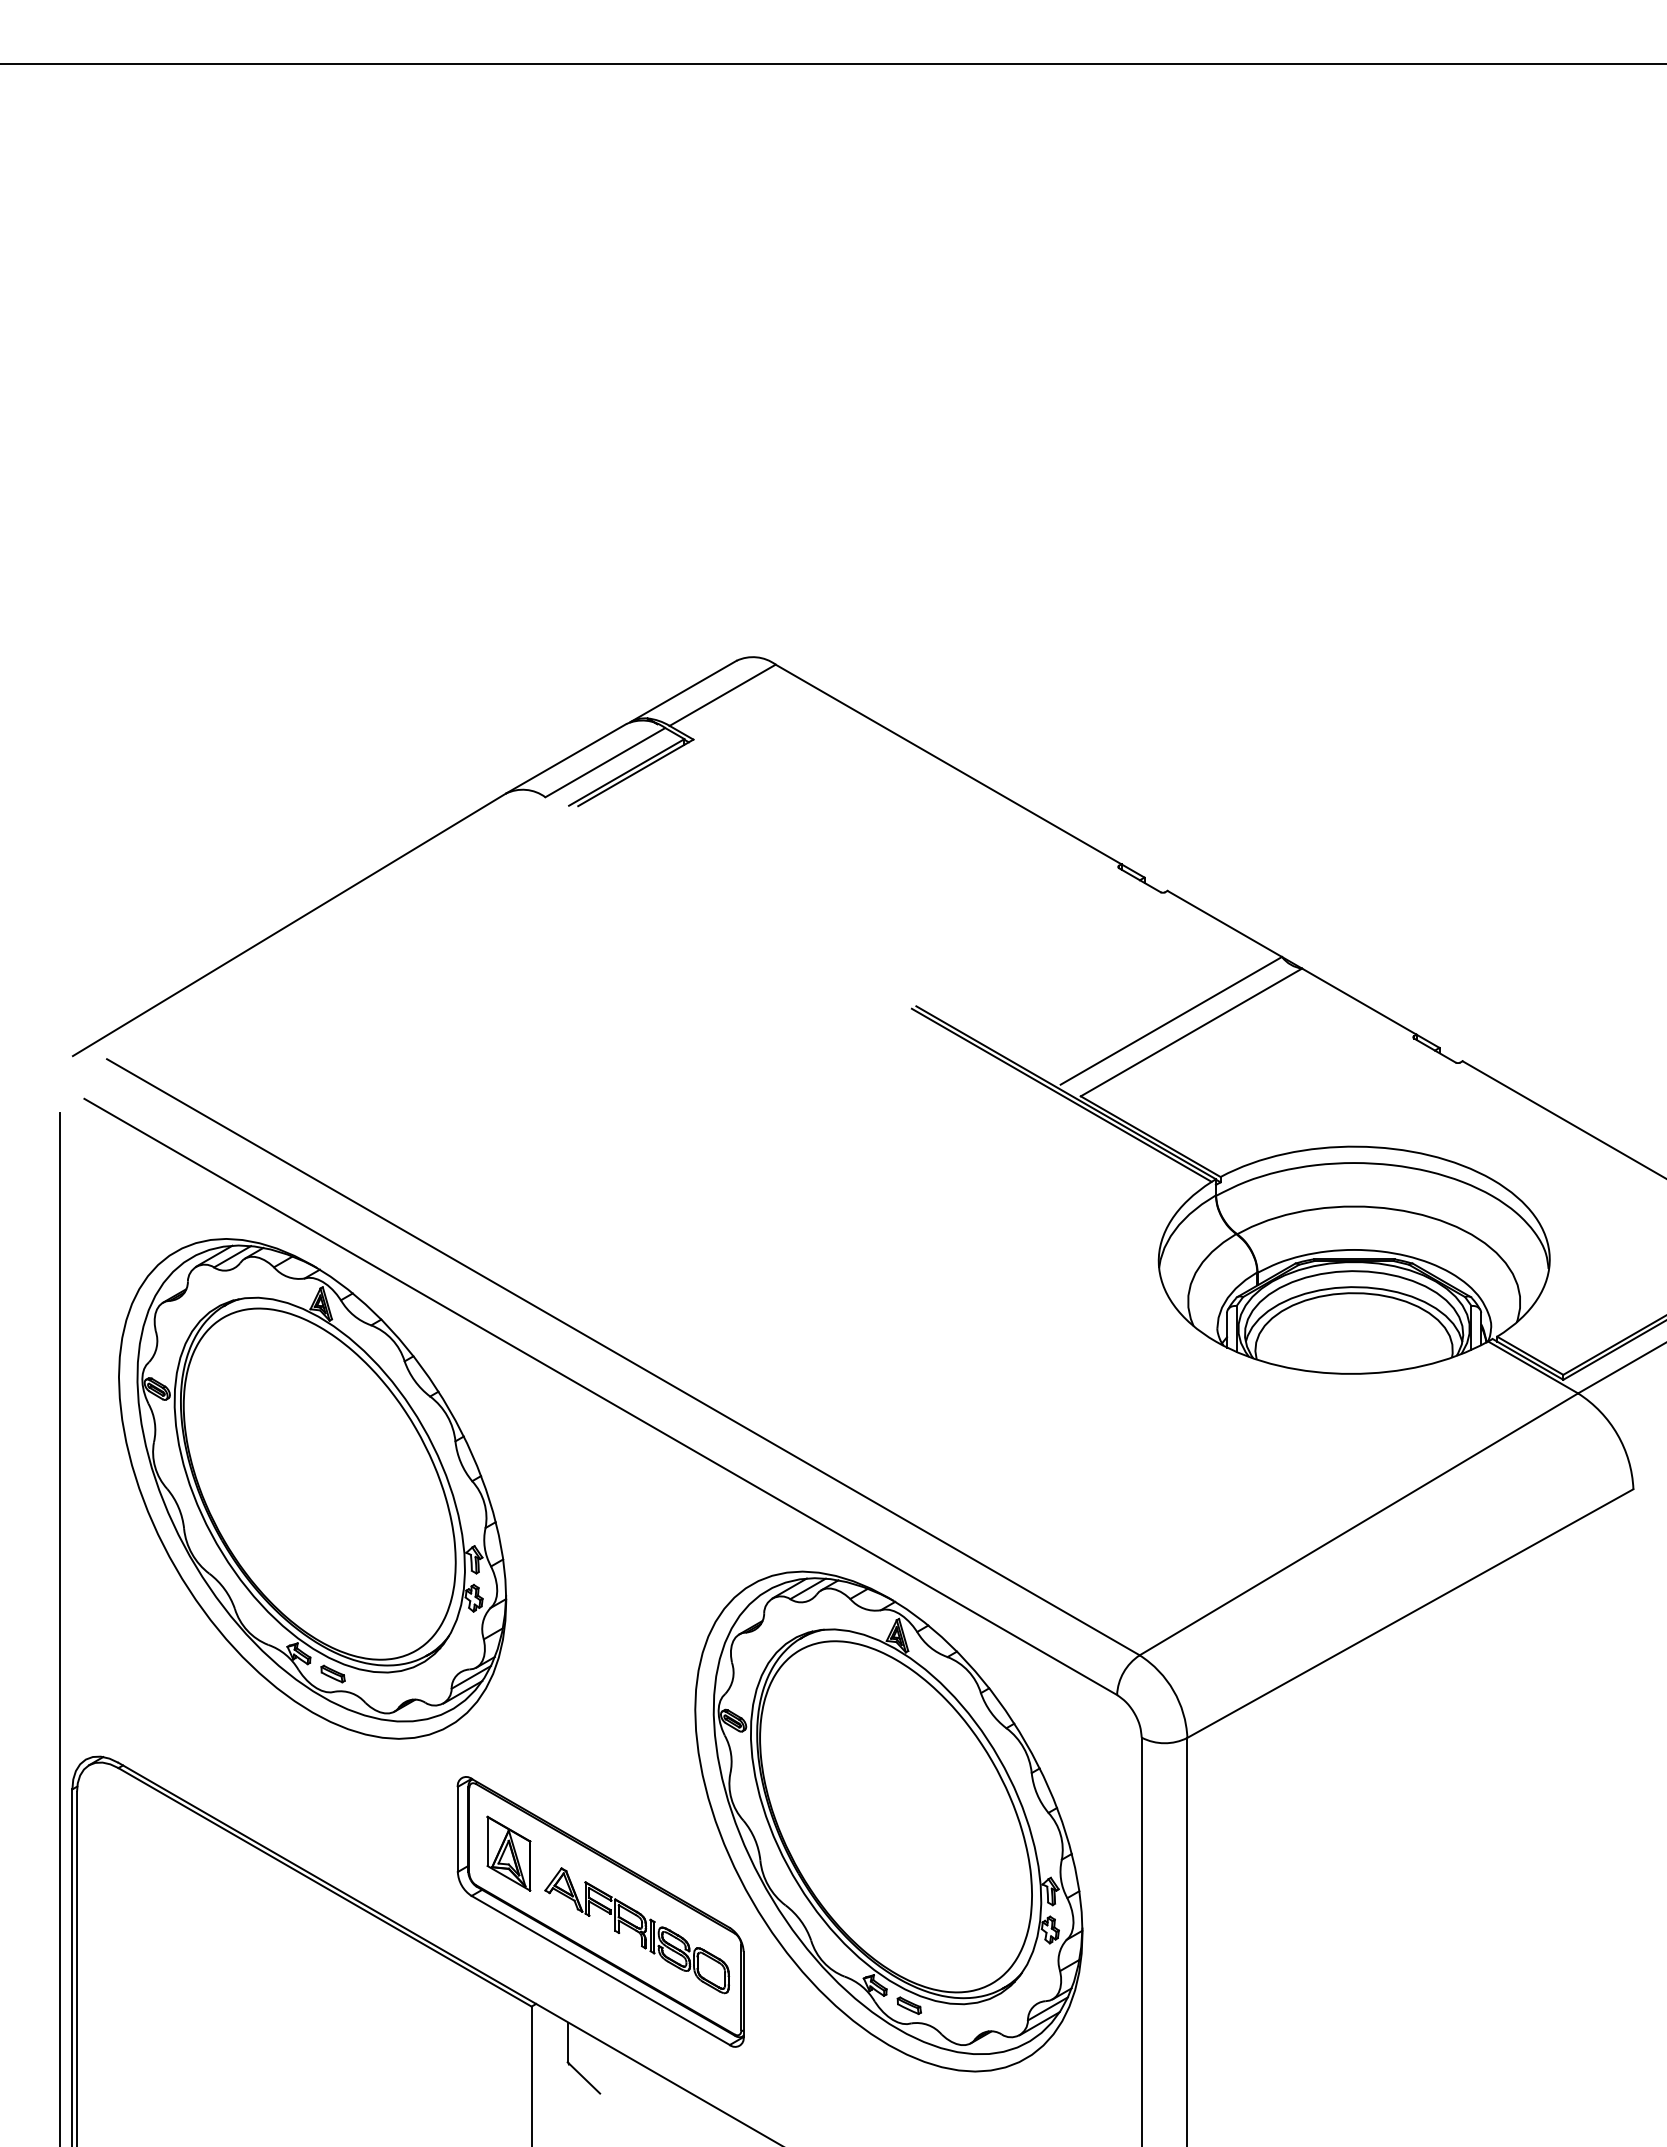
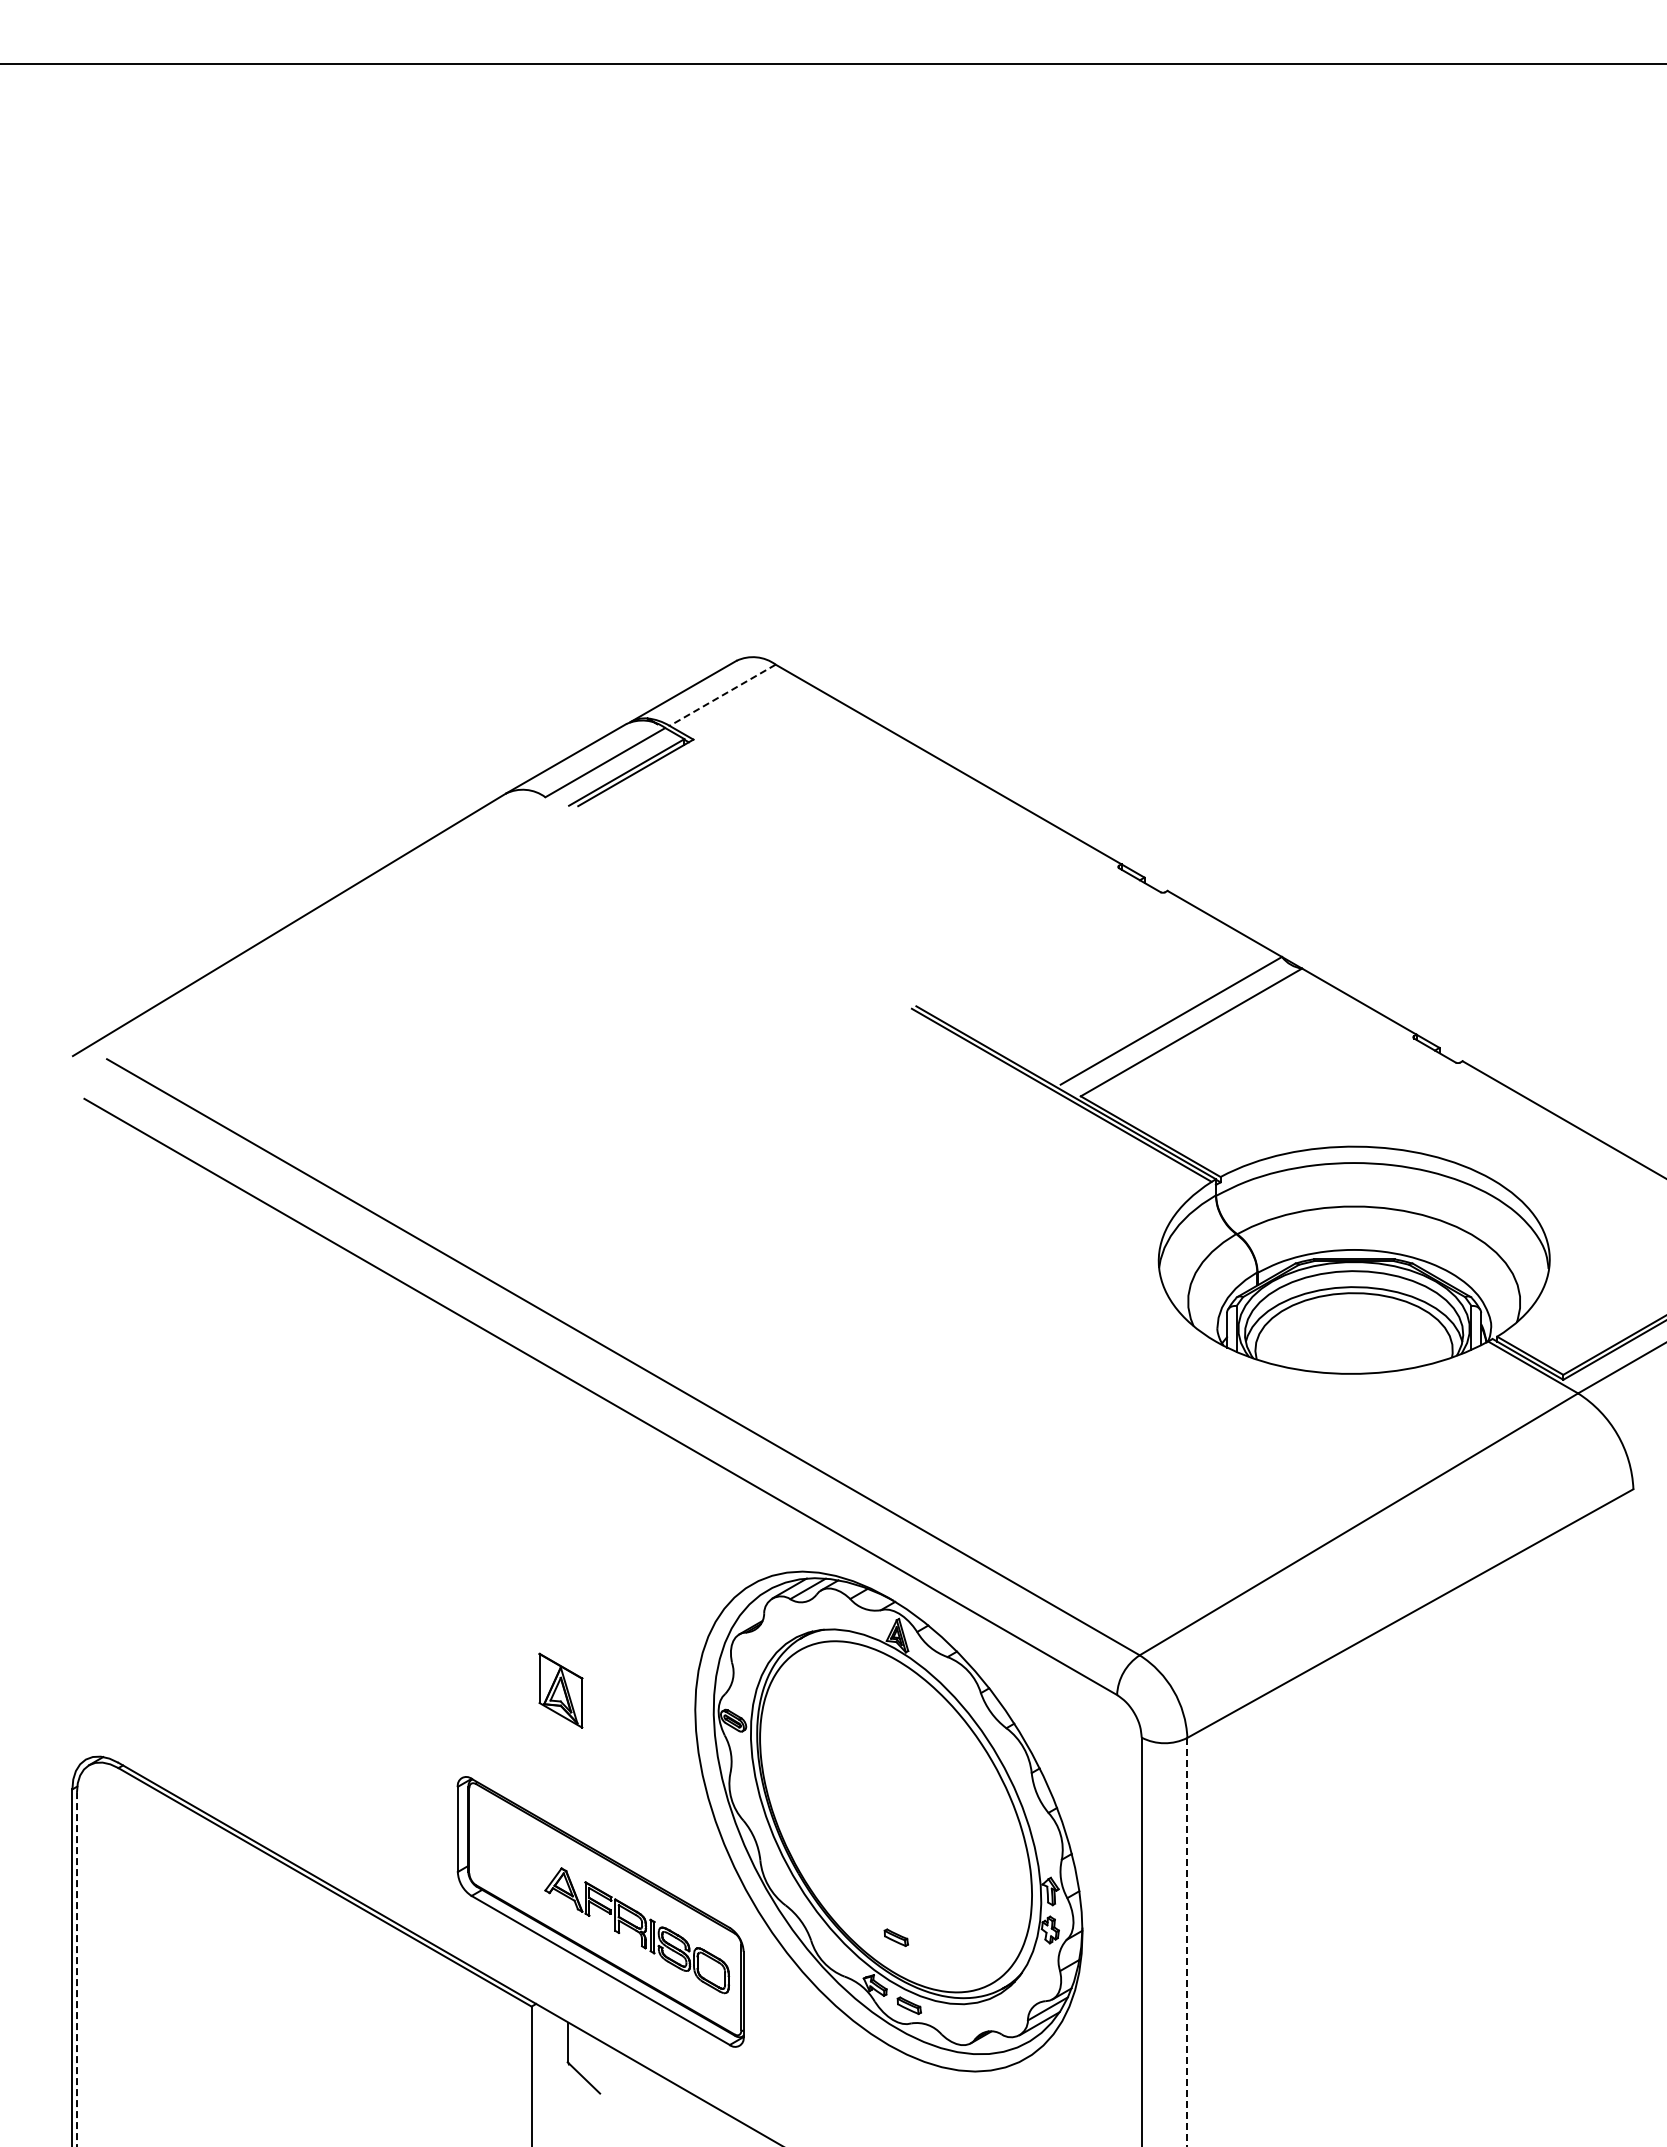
line at (722, 695): solid -> dashed
part at (312, 1488): present -> none
line at (59, 1628): present -> none
part at (508, 1853) position: (508, 1853) -> (560, 1690)
part at (895, 1937): none -> present
line at (1187, 1942): solid -> dashed
line at (77, 1969): solid -> dashed
